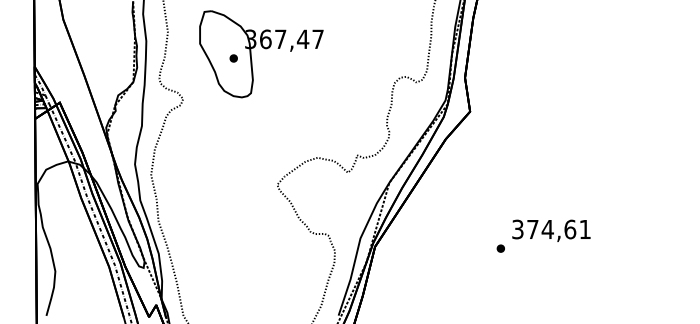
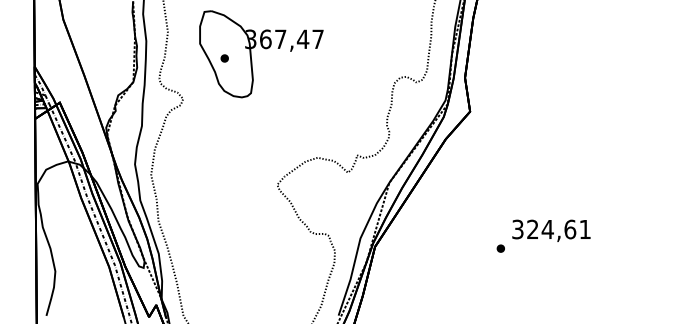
part at (233, 58) position: (233, 58) -> (224, 58)
text at (532, 228): 374,61 -> 324,61
